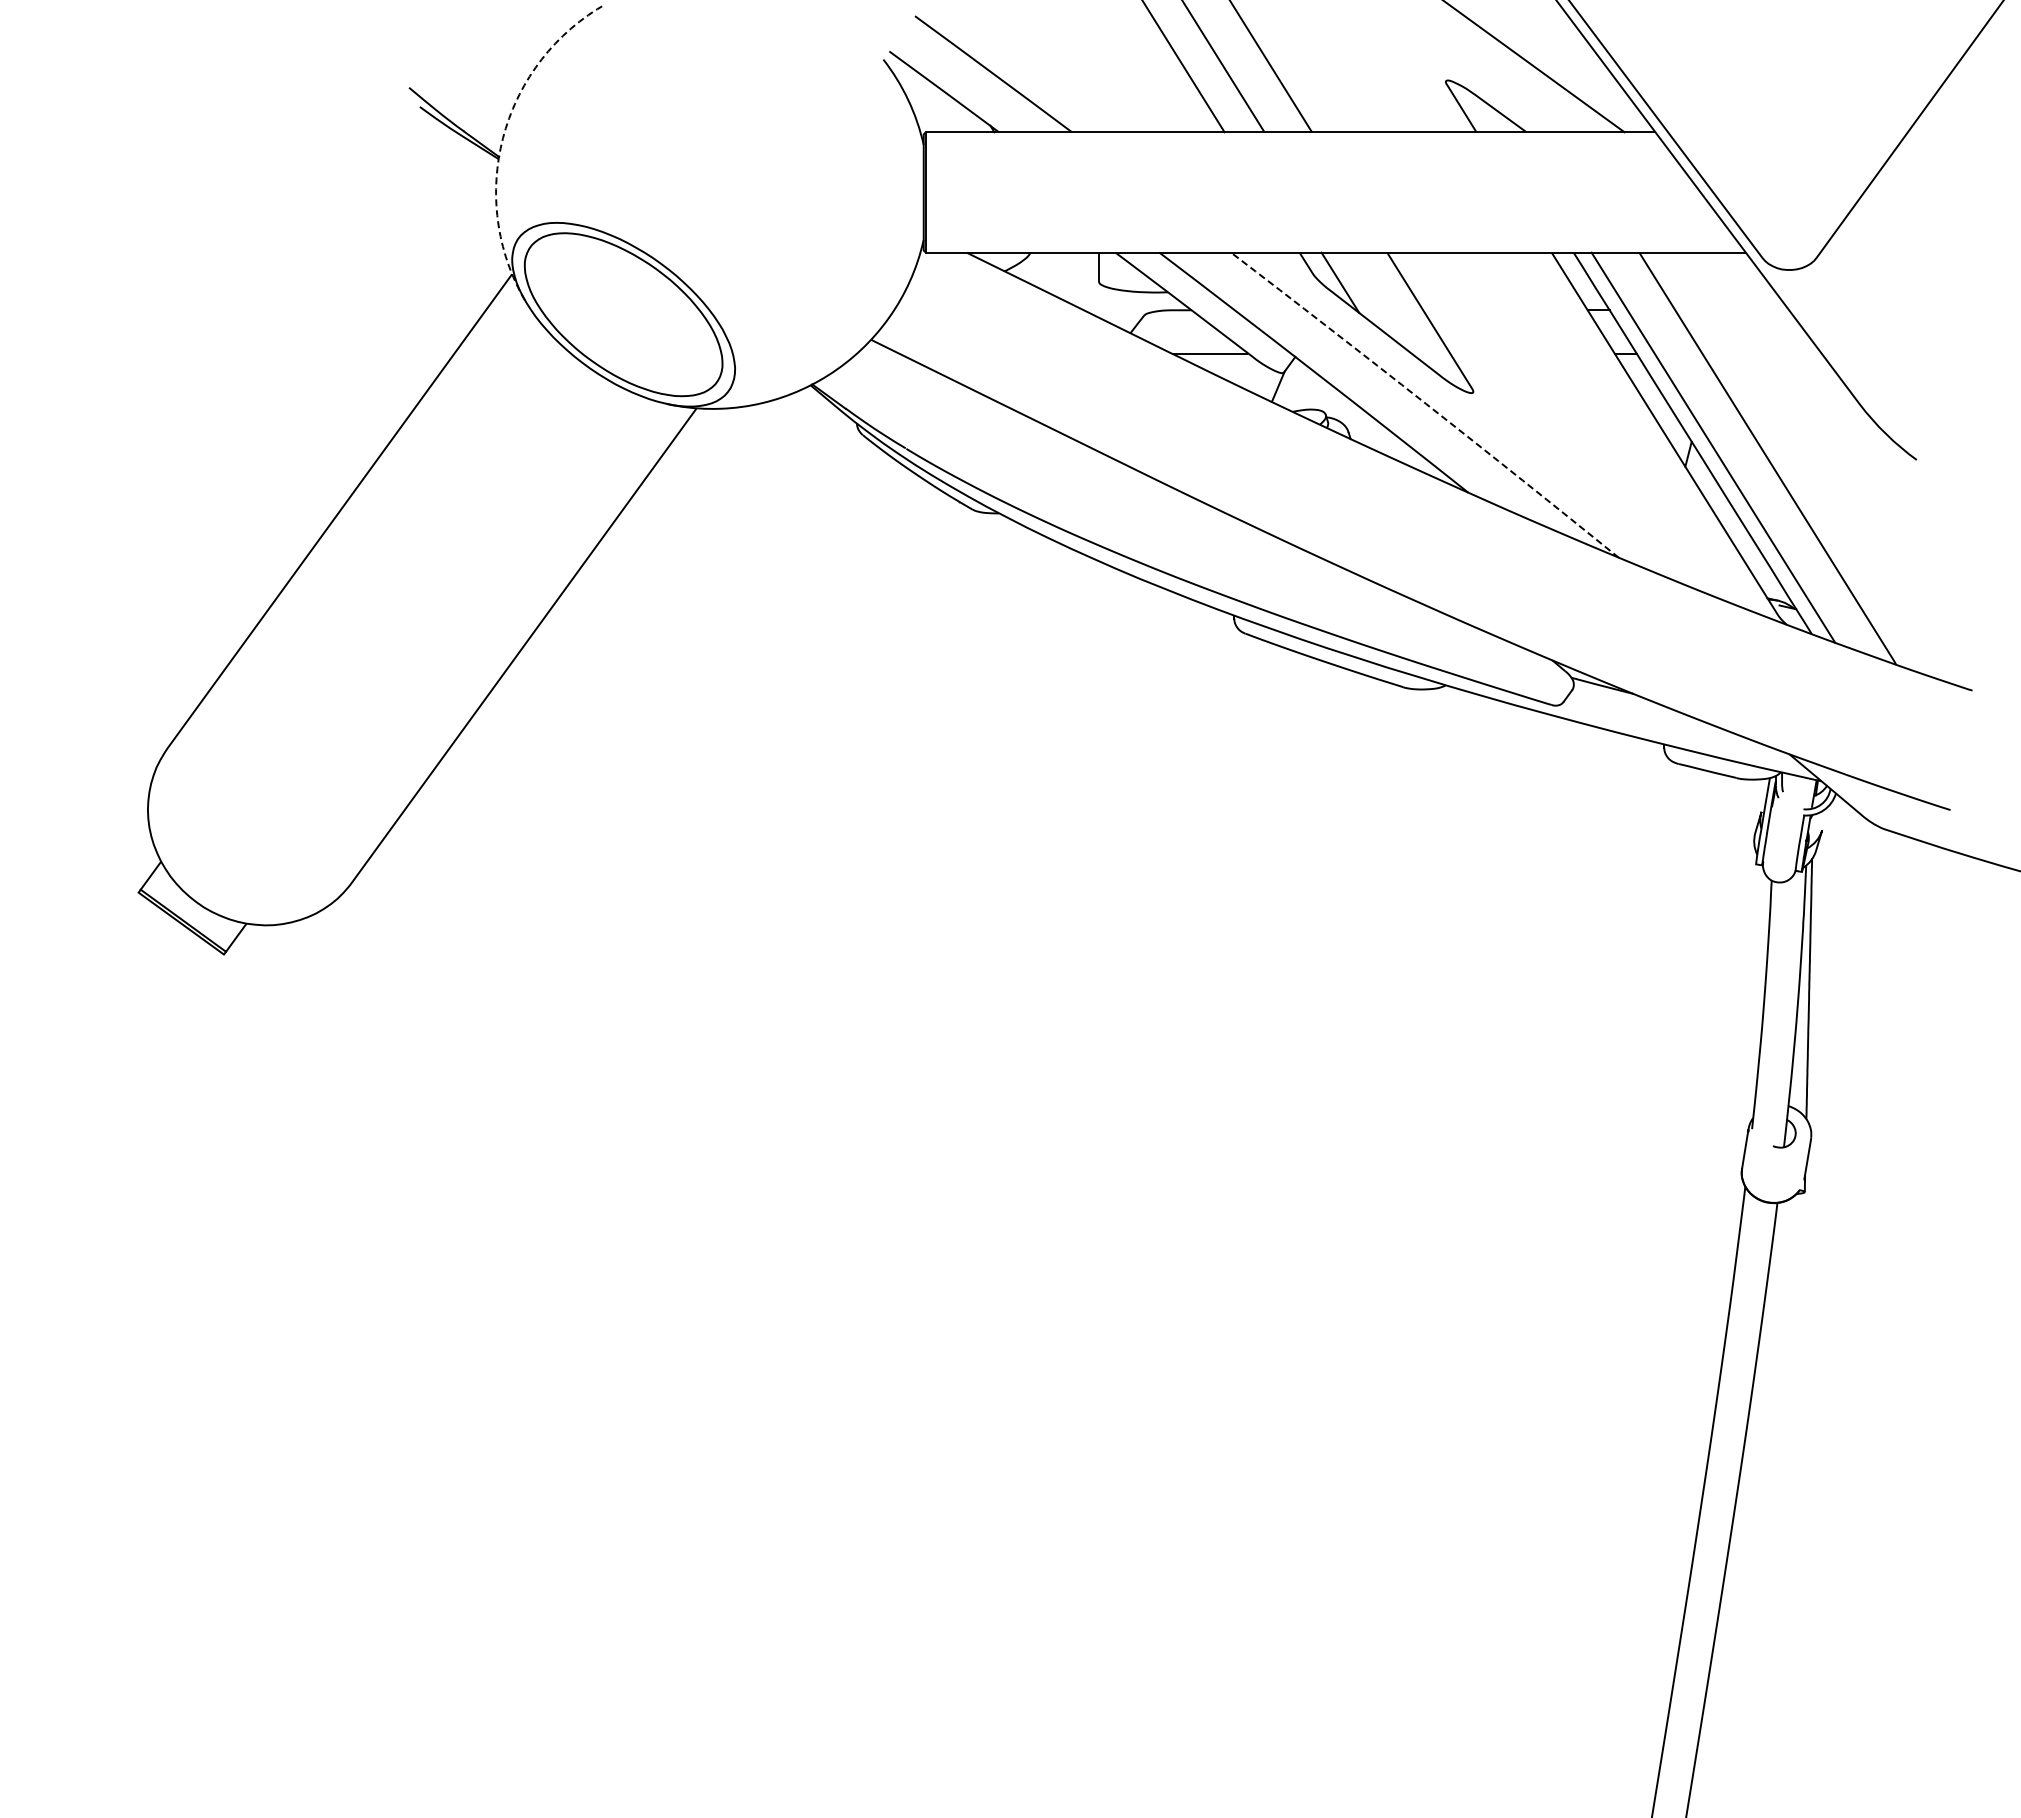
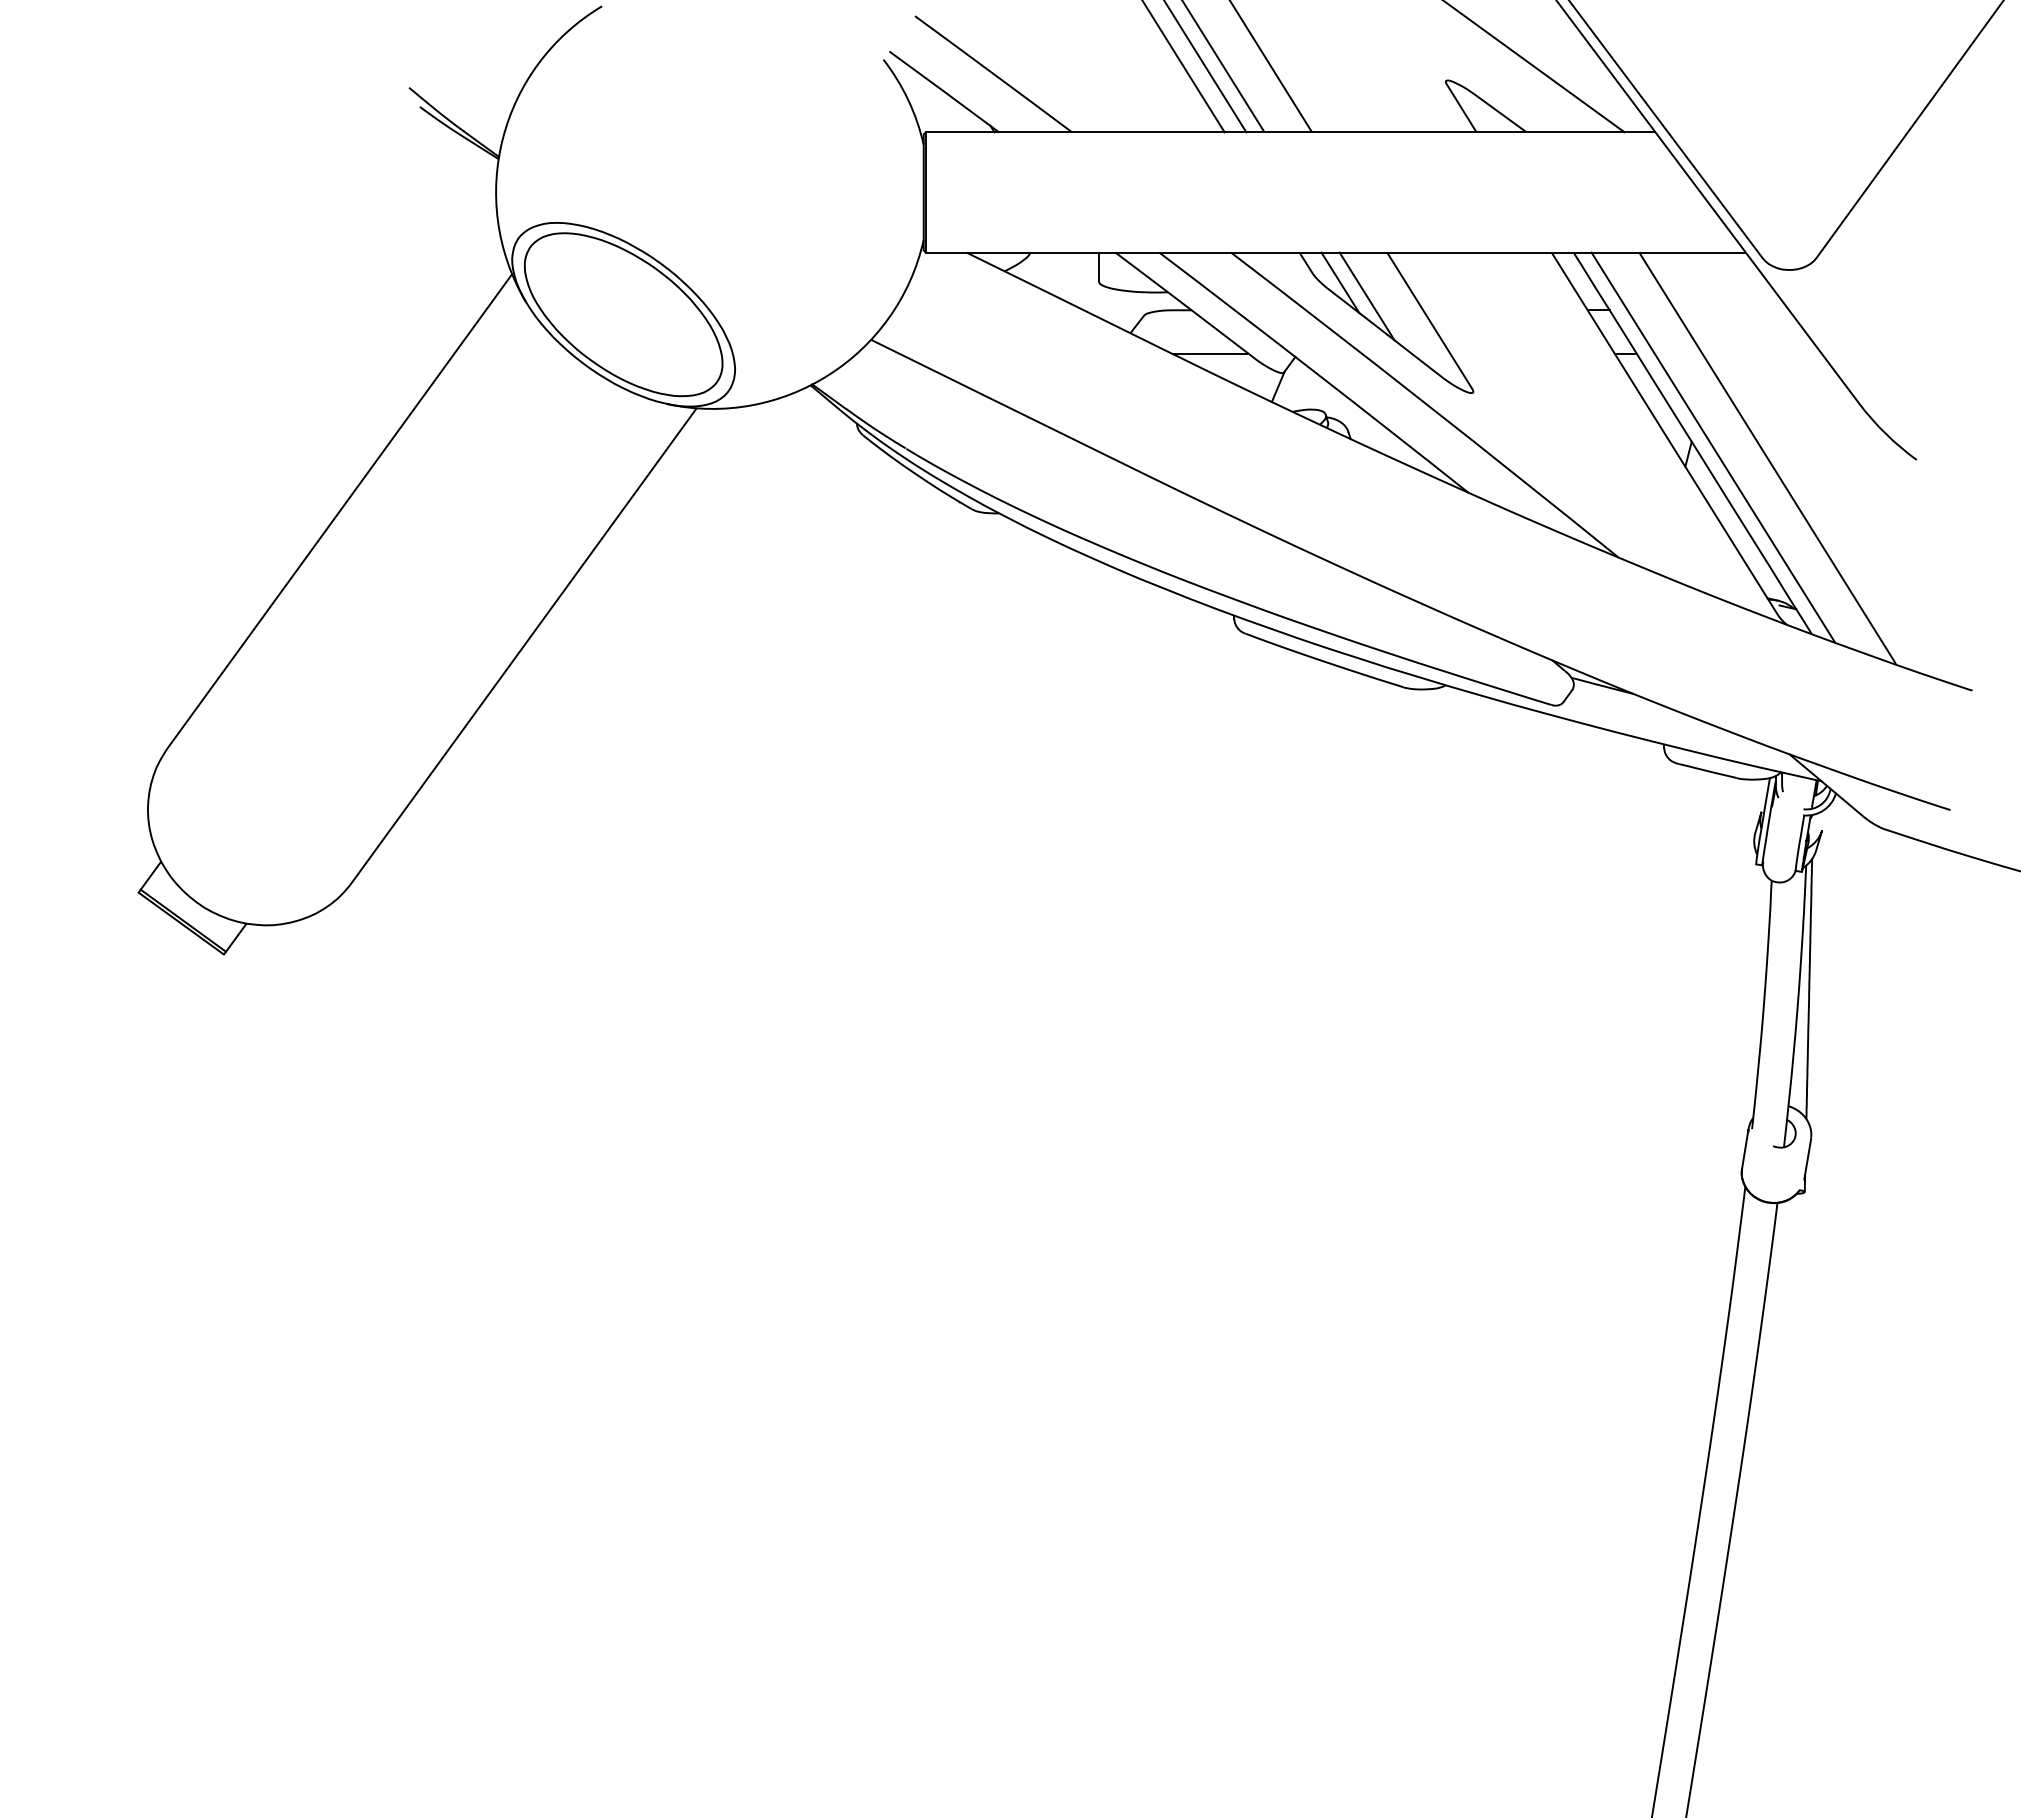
line at (1205, 67): none -> present
arc at (503, 138): dashed -> solid
line at (1366, 296): none -> present
arc at (1426, 403): dashed -> solid
